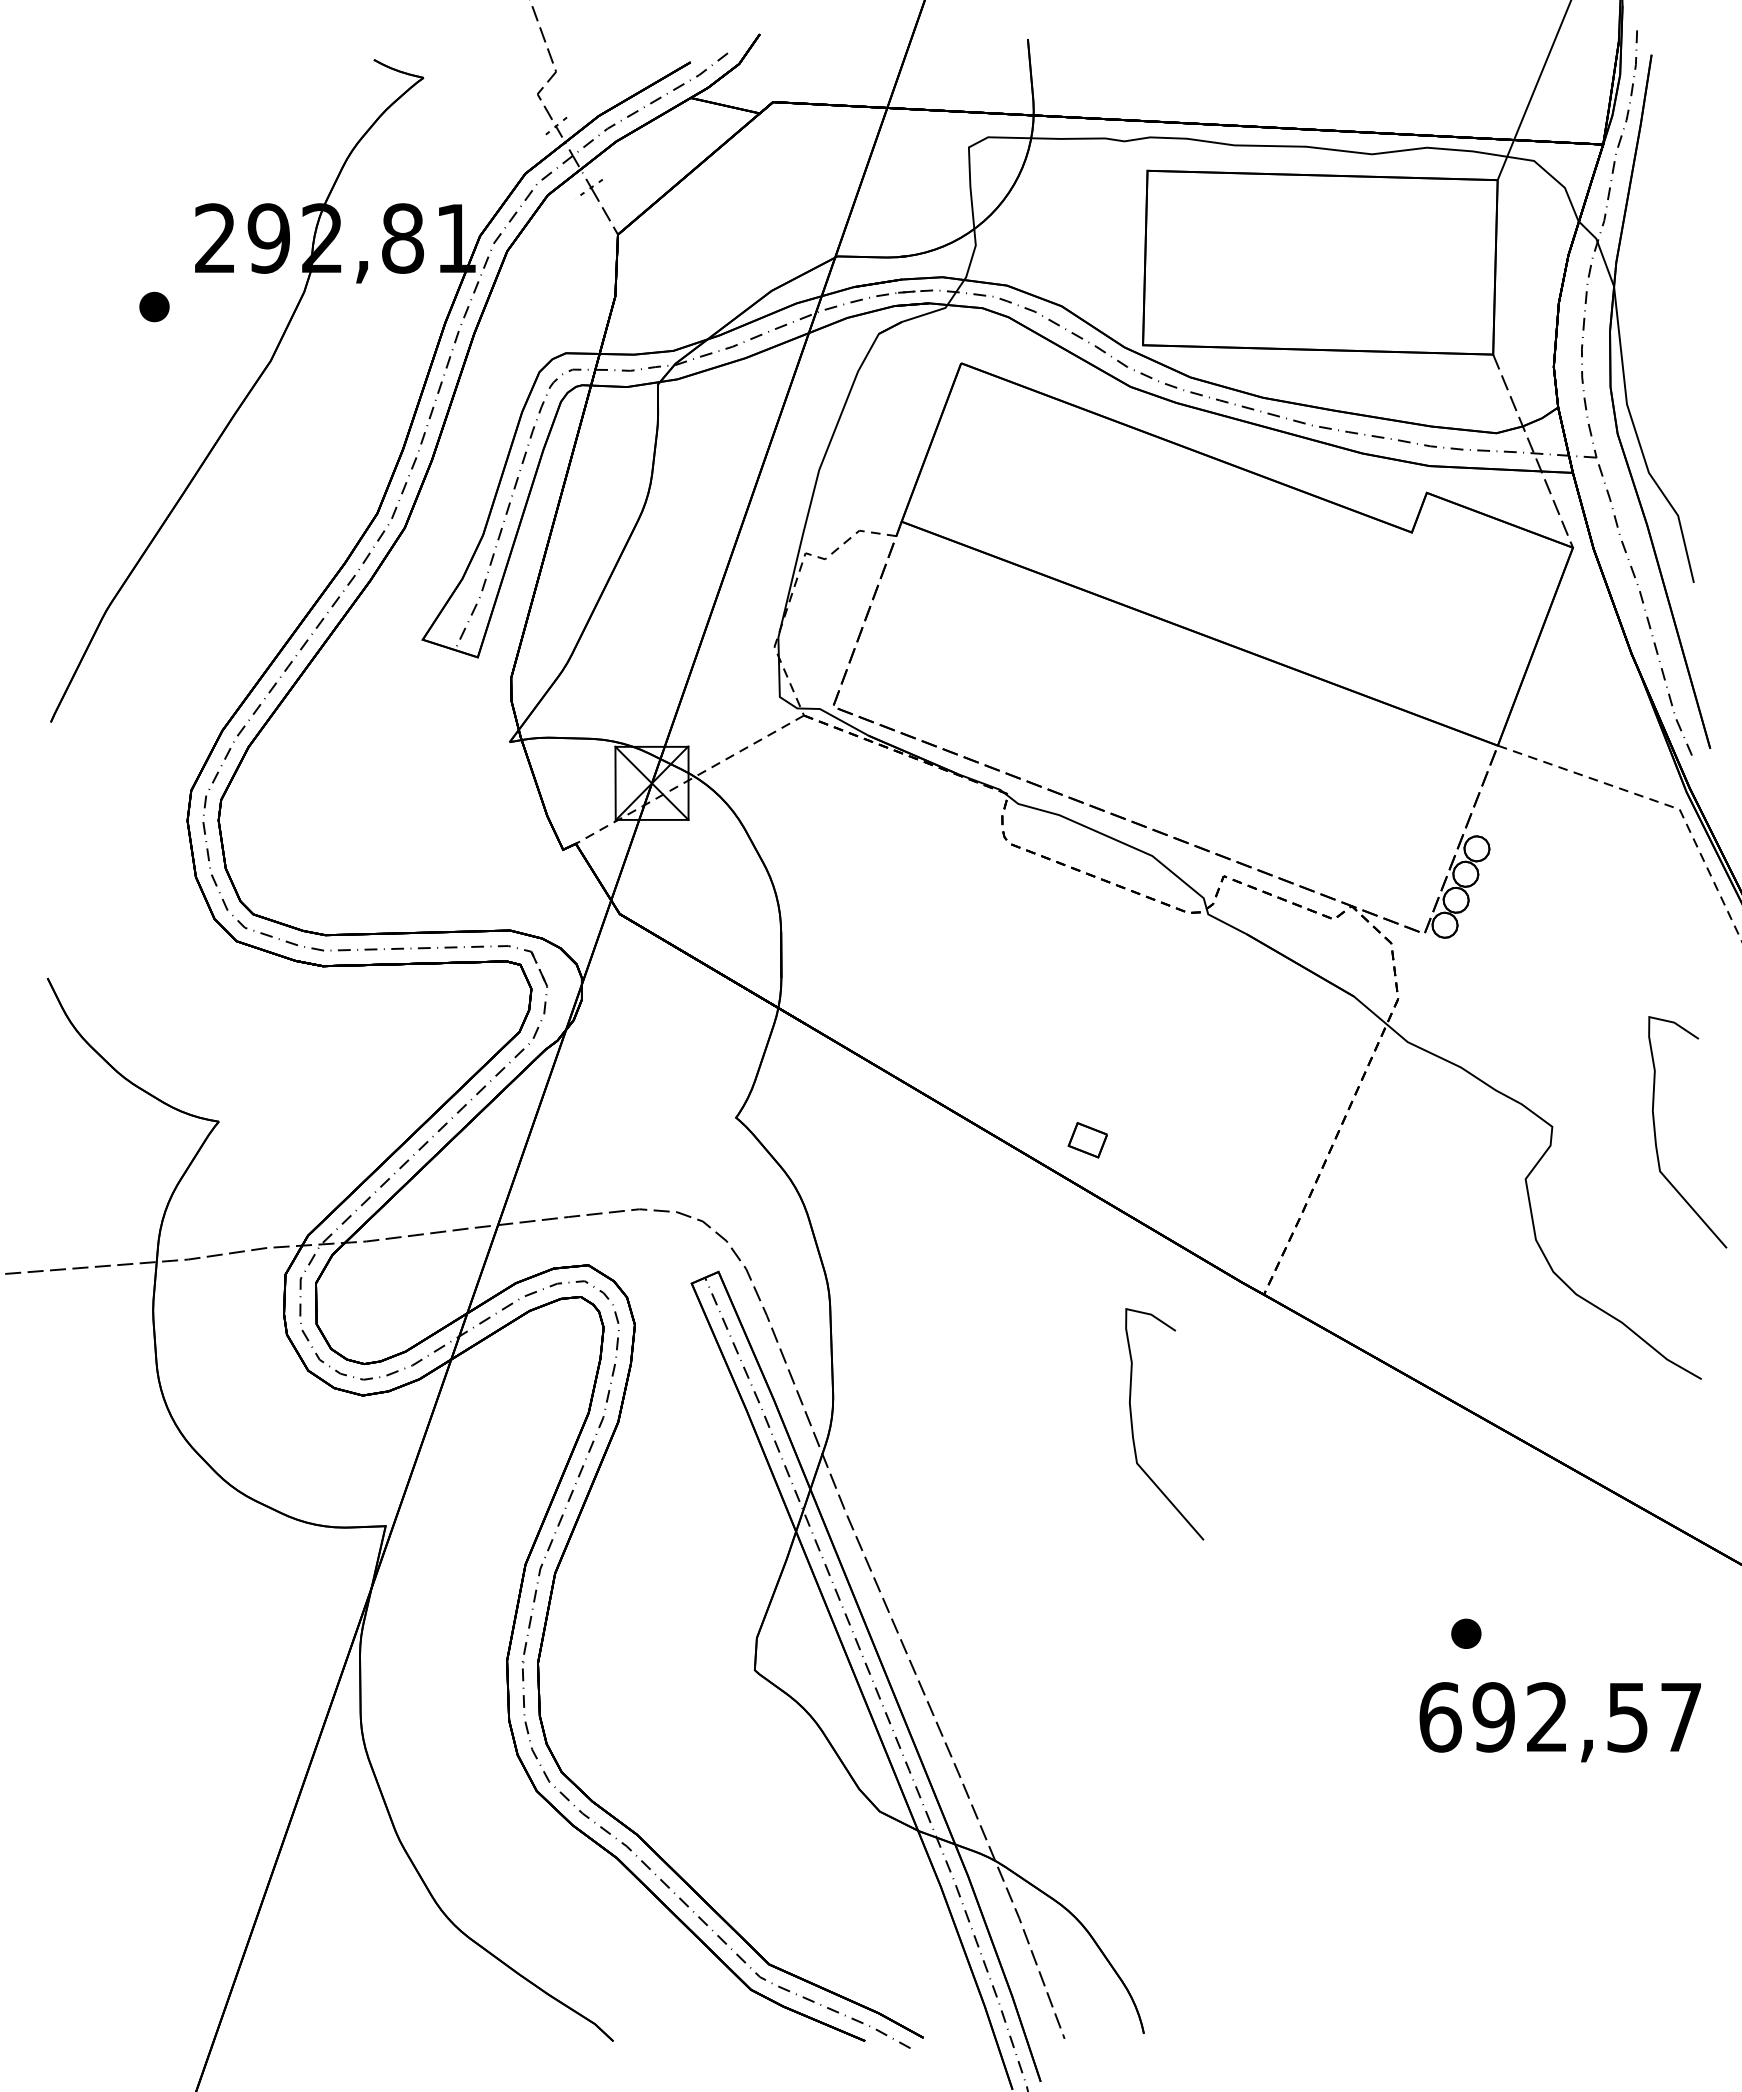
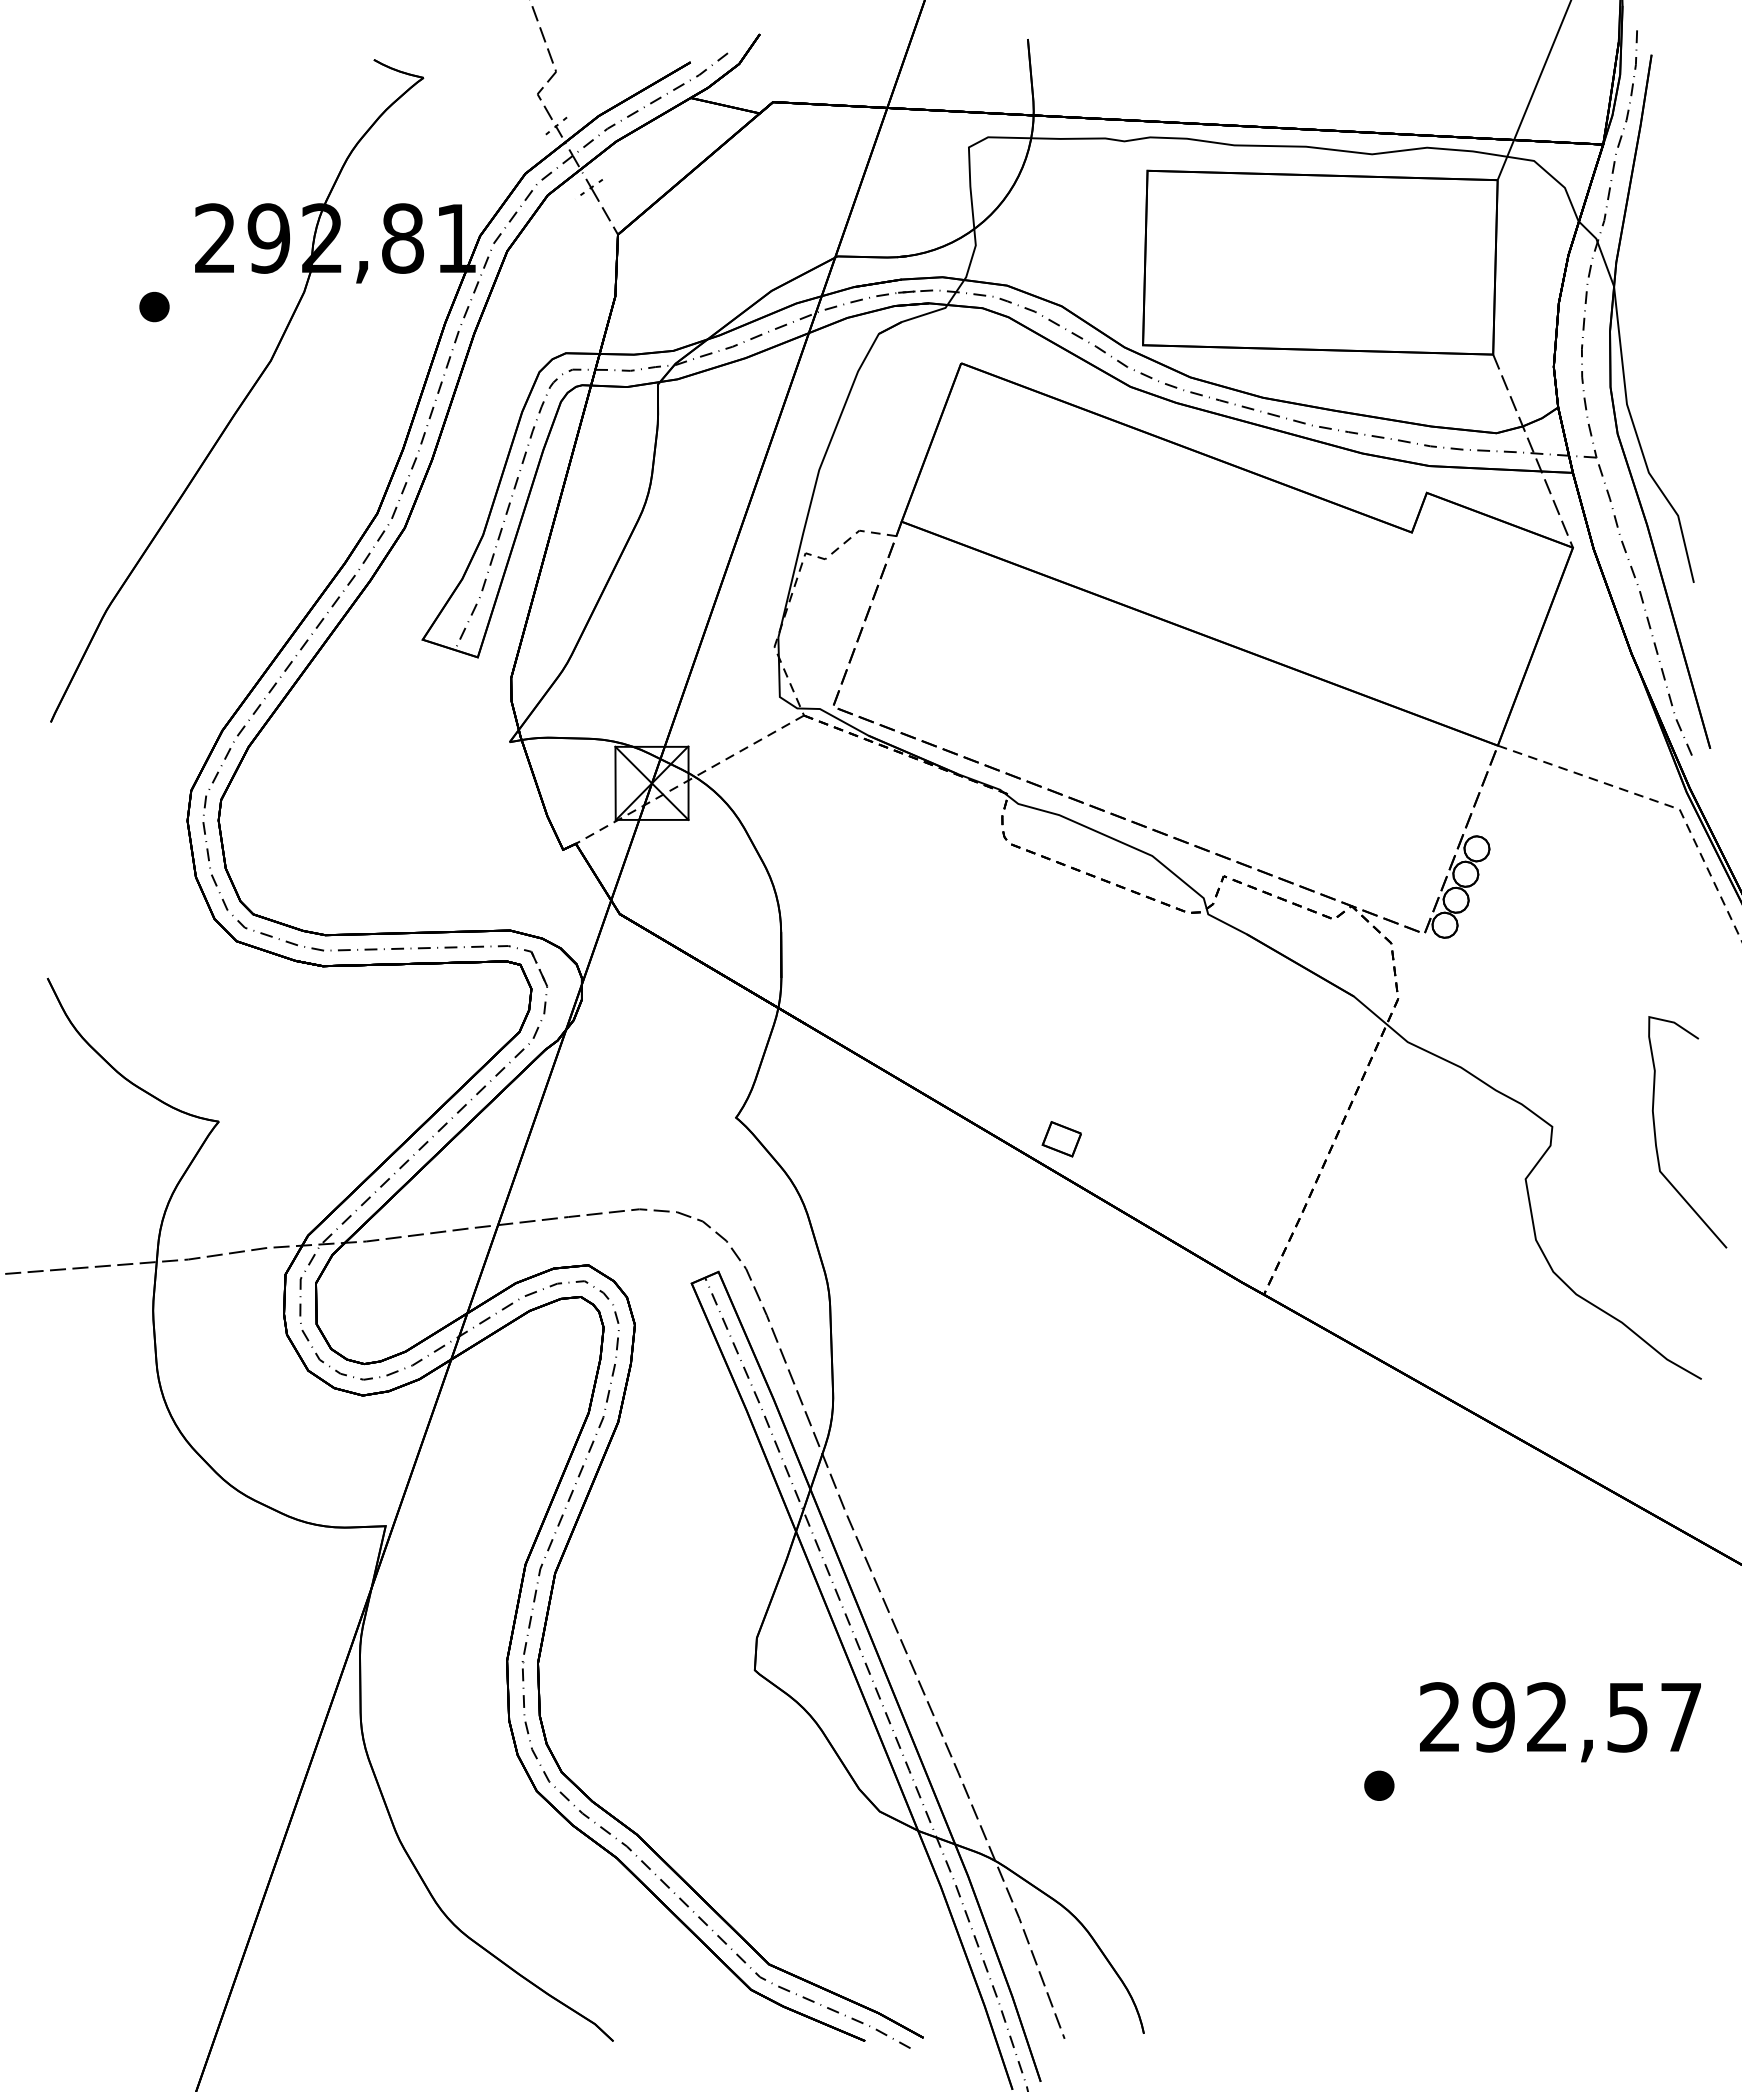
part at (1087, 1140) position: (1087, 1140) -> (1061, 1139)
curve at (1133, 1428): present -> none
part at (1466, 1633) position: (1466, 1633) -> (1379, 1785)
text at (1440, 1717): 692,57 -> 292,57
